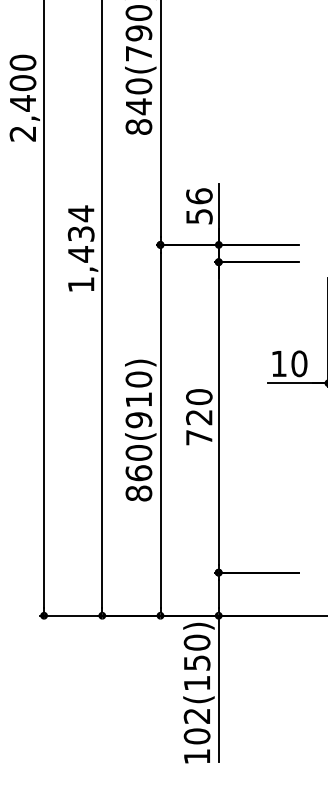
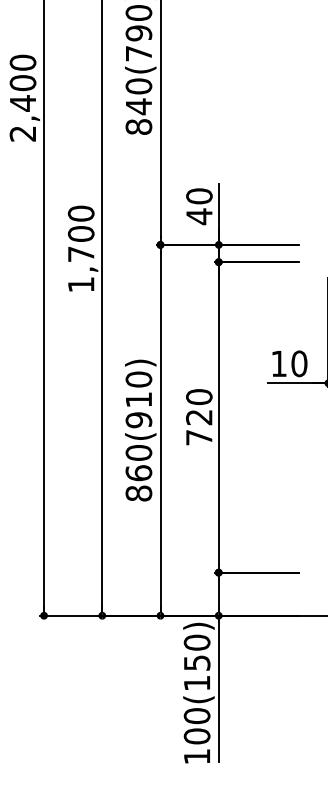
text at (199, 206): 56 -> 40
text at (80, 233): 1,434 -> 1,700
text at (196, 716): 102(150) -> 100(150)
